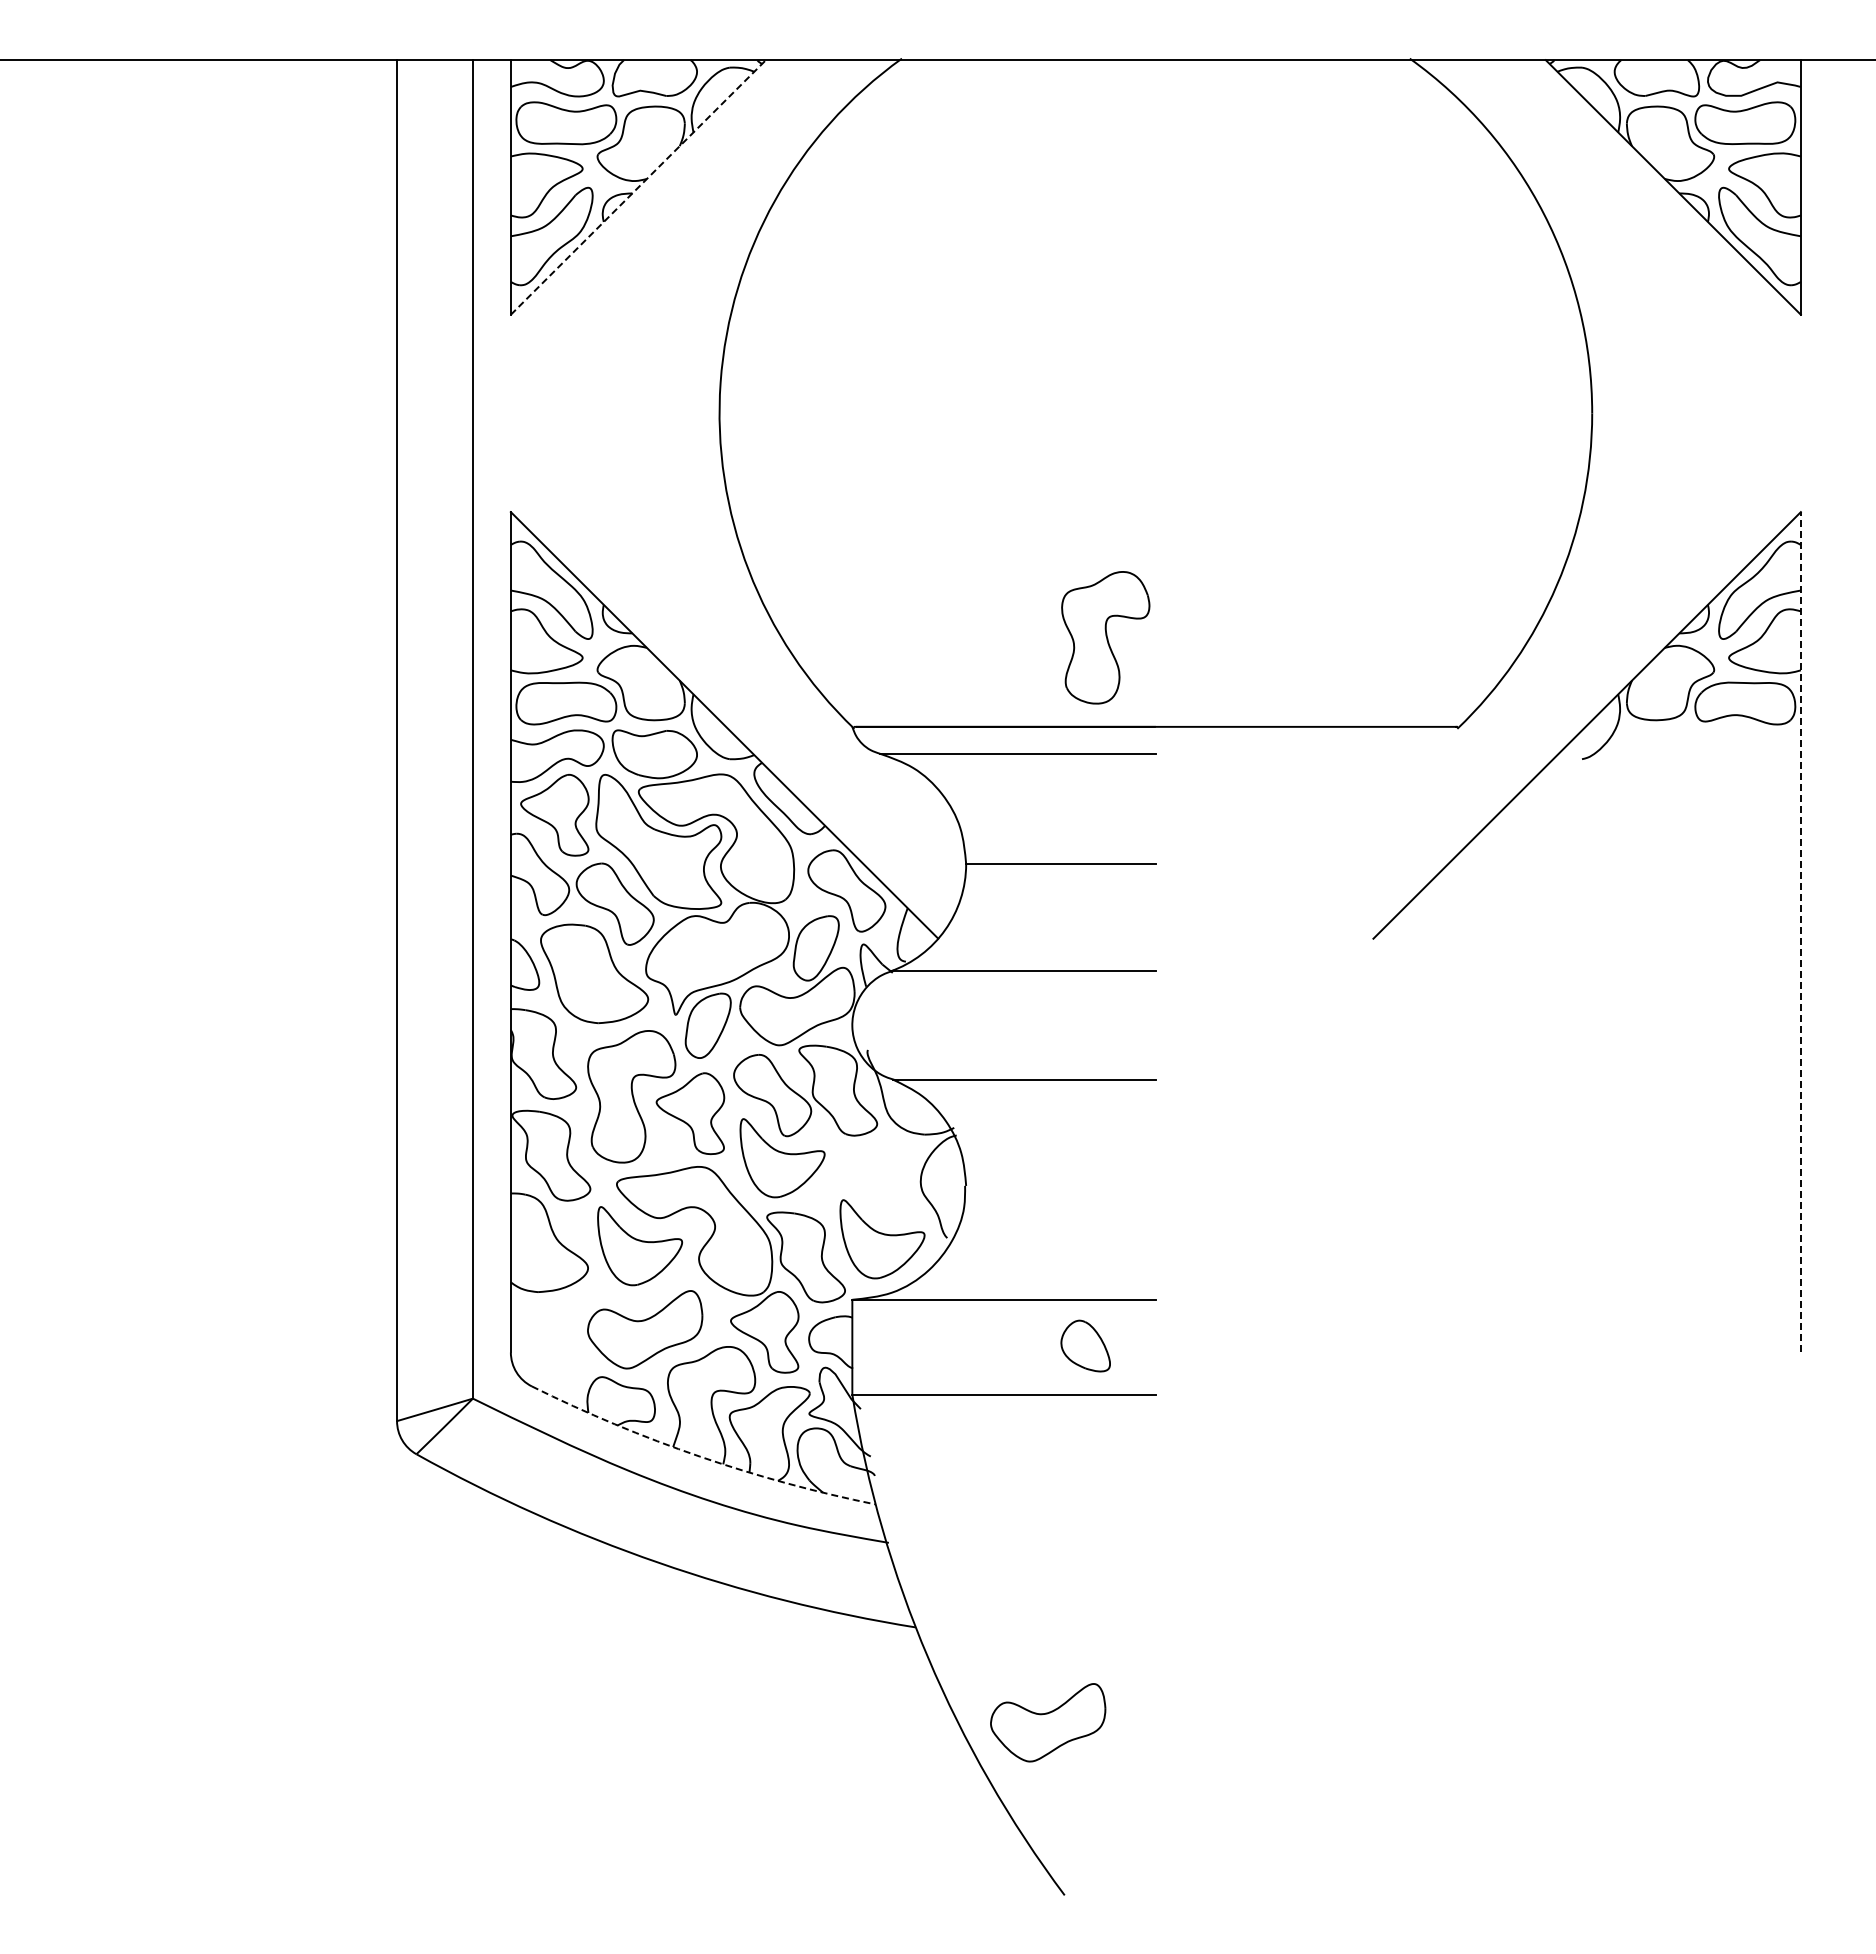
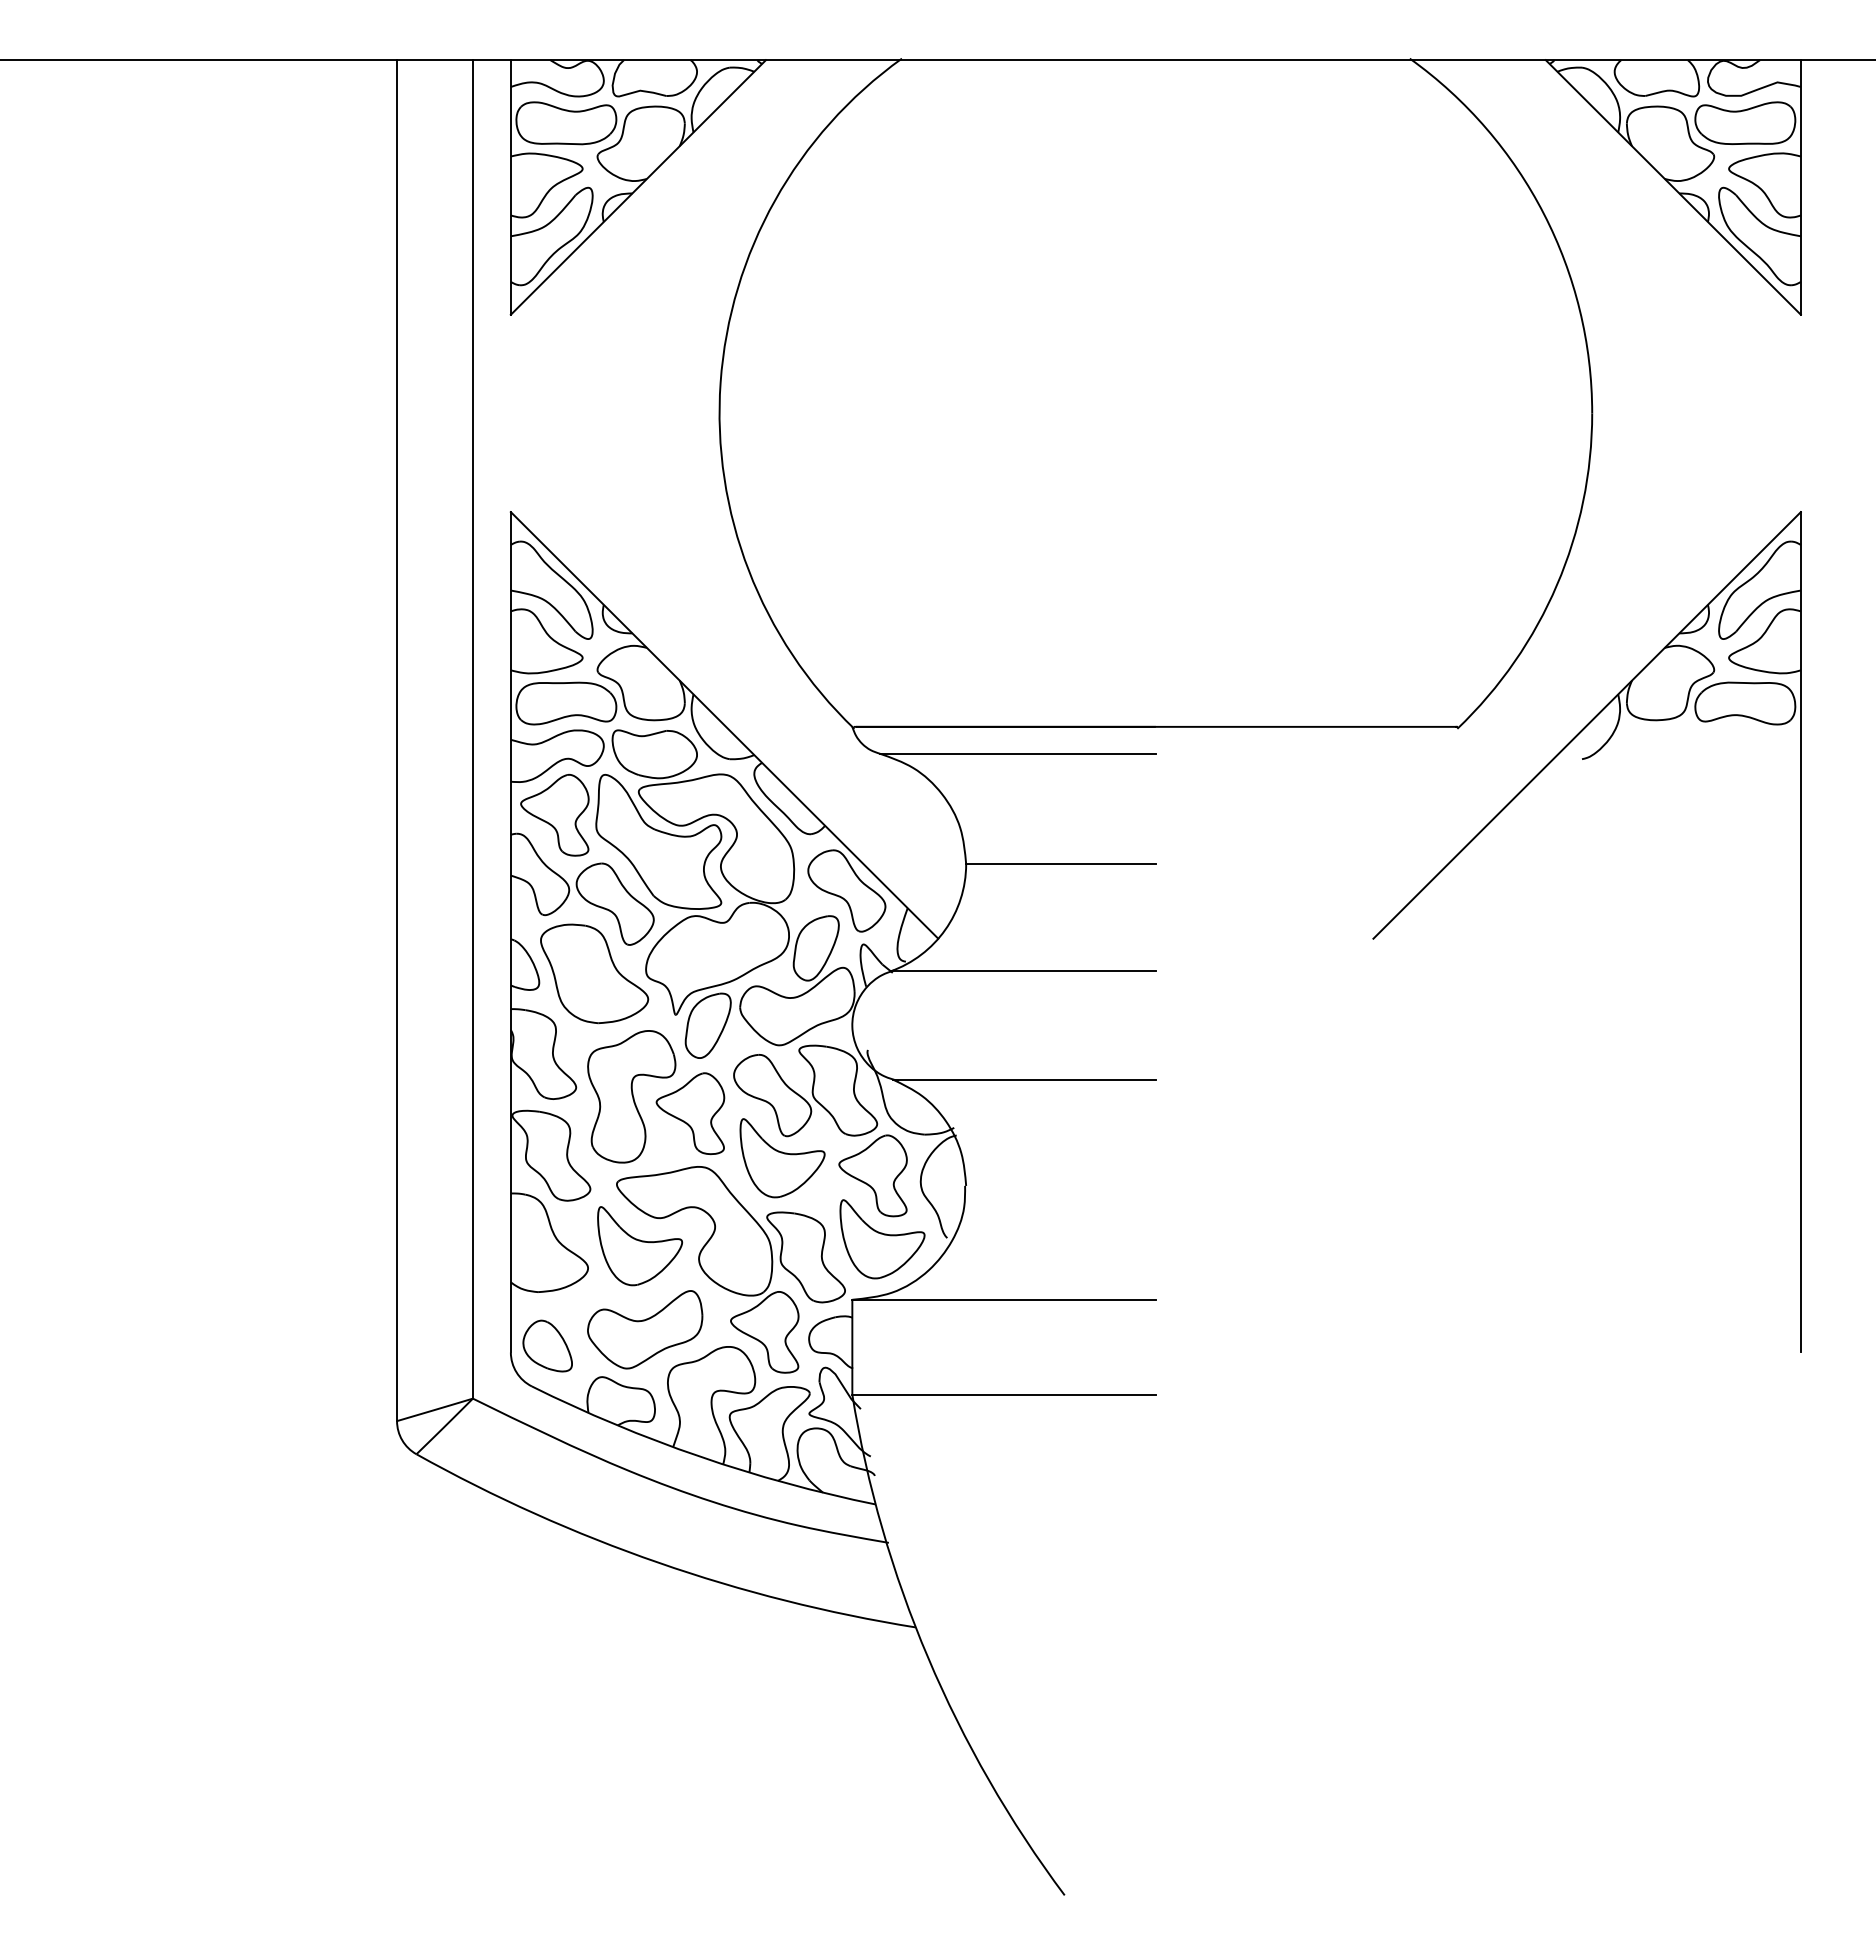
line at (638, 187): dashed -> solid
part at (1105, 637): present -> none
line at (1800, 931): dashed -> solid
part at (872, 1175): none -> present
part at (1085, 1345) position: (1085, 1345) -> (547, 1345)
arc at (699, 1456): dashed -> solid
part at (1048, 1722): present -> none
